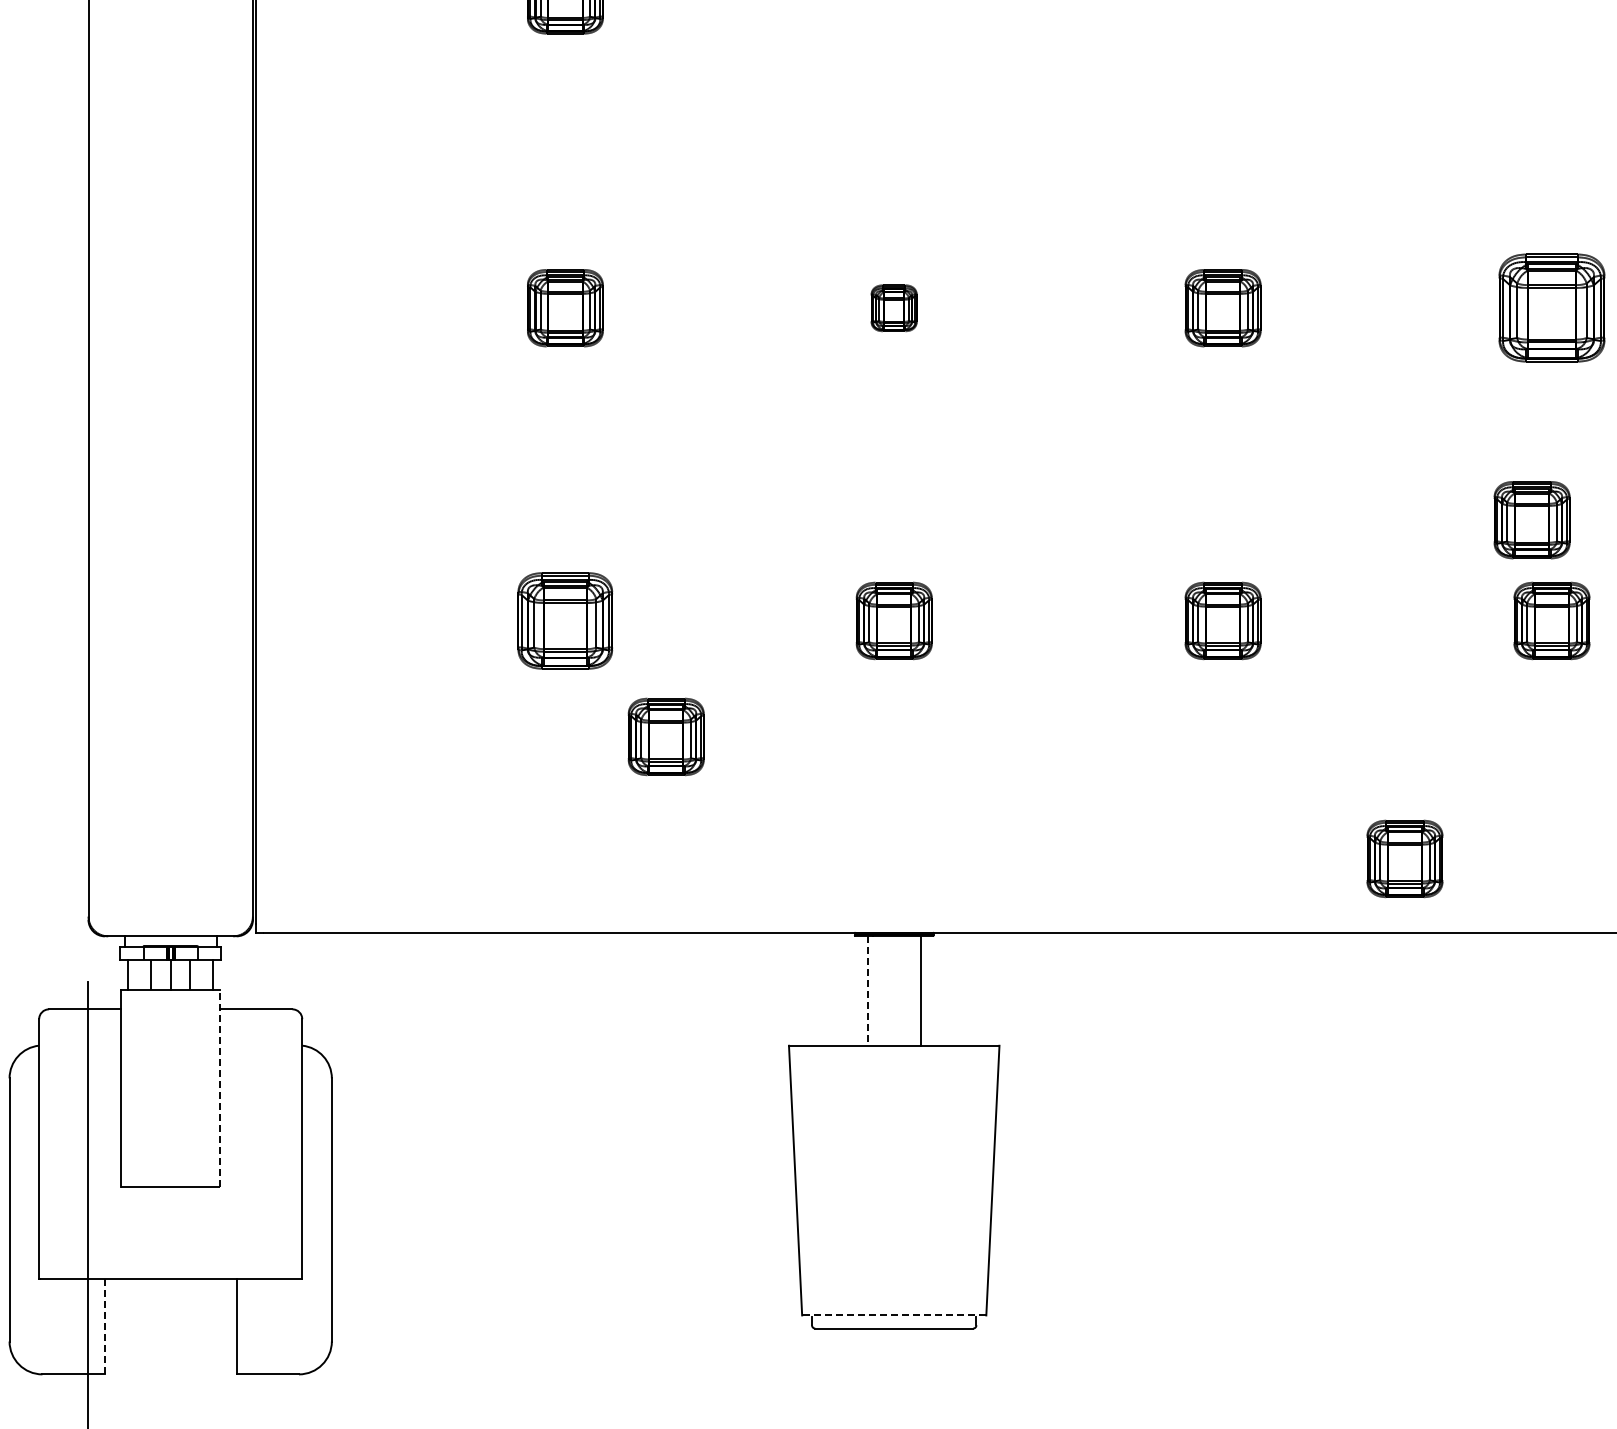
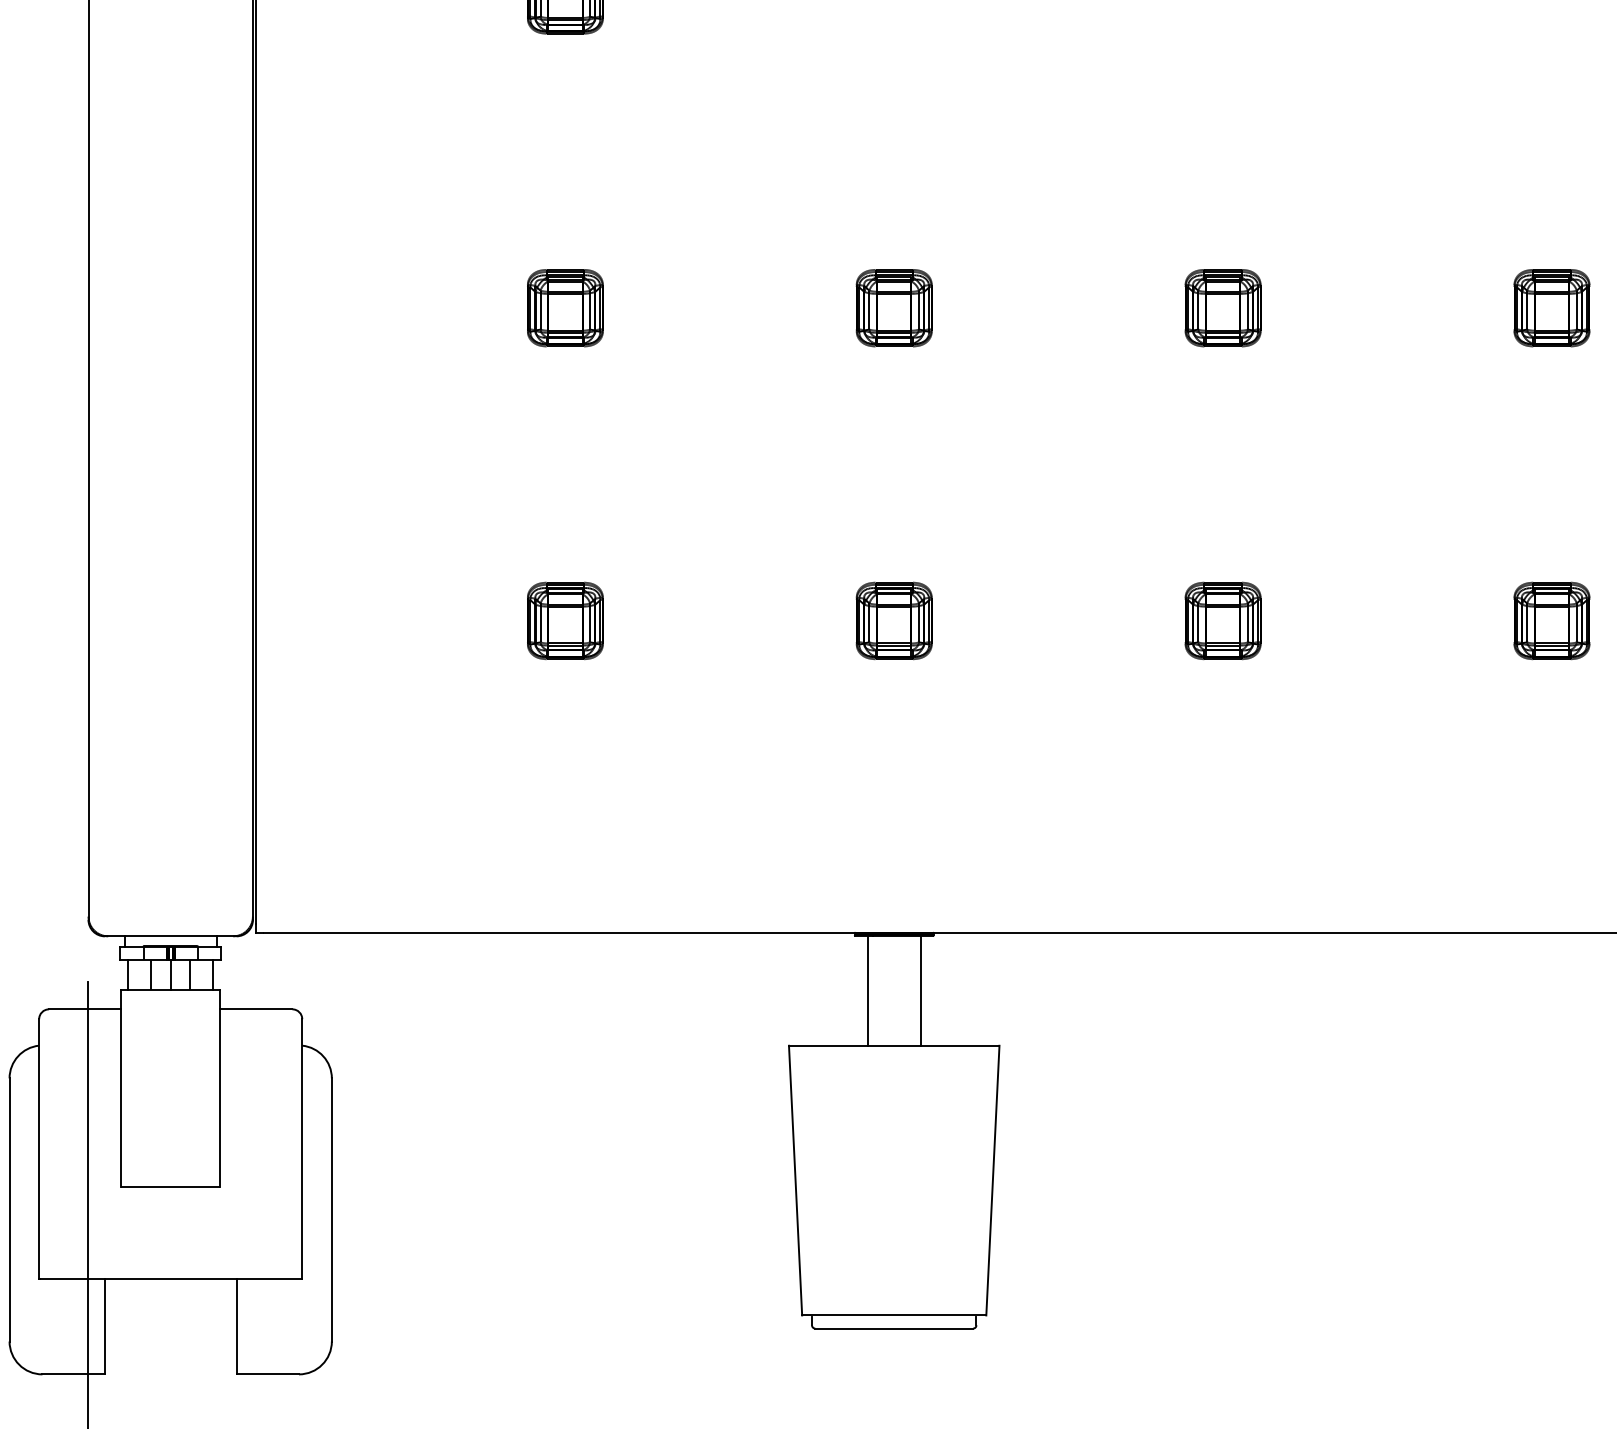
part at (1551, 307) size: 108x110 px -> 78x79 px
part at (893, 308) size: 48x49 px -> 78x79 px
part at (1531, 520): present -> none
part at (565, 620) size: 97x98 px -> 77x80 px
part at (665, 736): present -> none
part at (1404, 858): present -> none
line at (867, 990): dashed -> solid
line at (220, 1088): dashed -> solid
line at (893, 1315): dashed -> solid
line at (104, 1326): dashed -> solid
